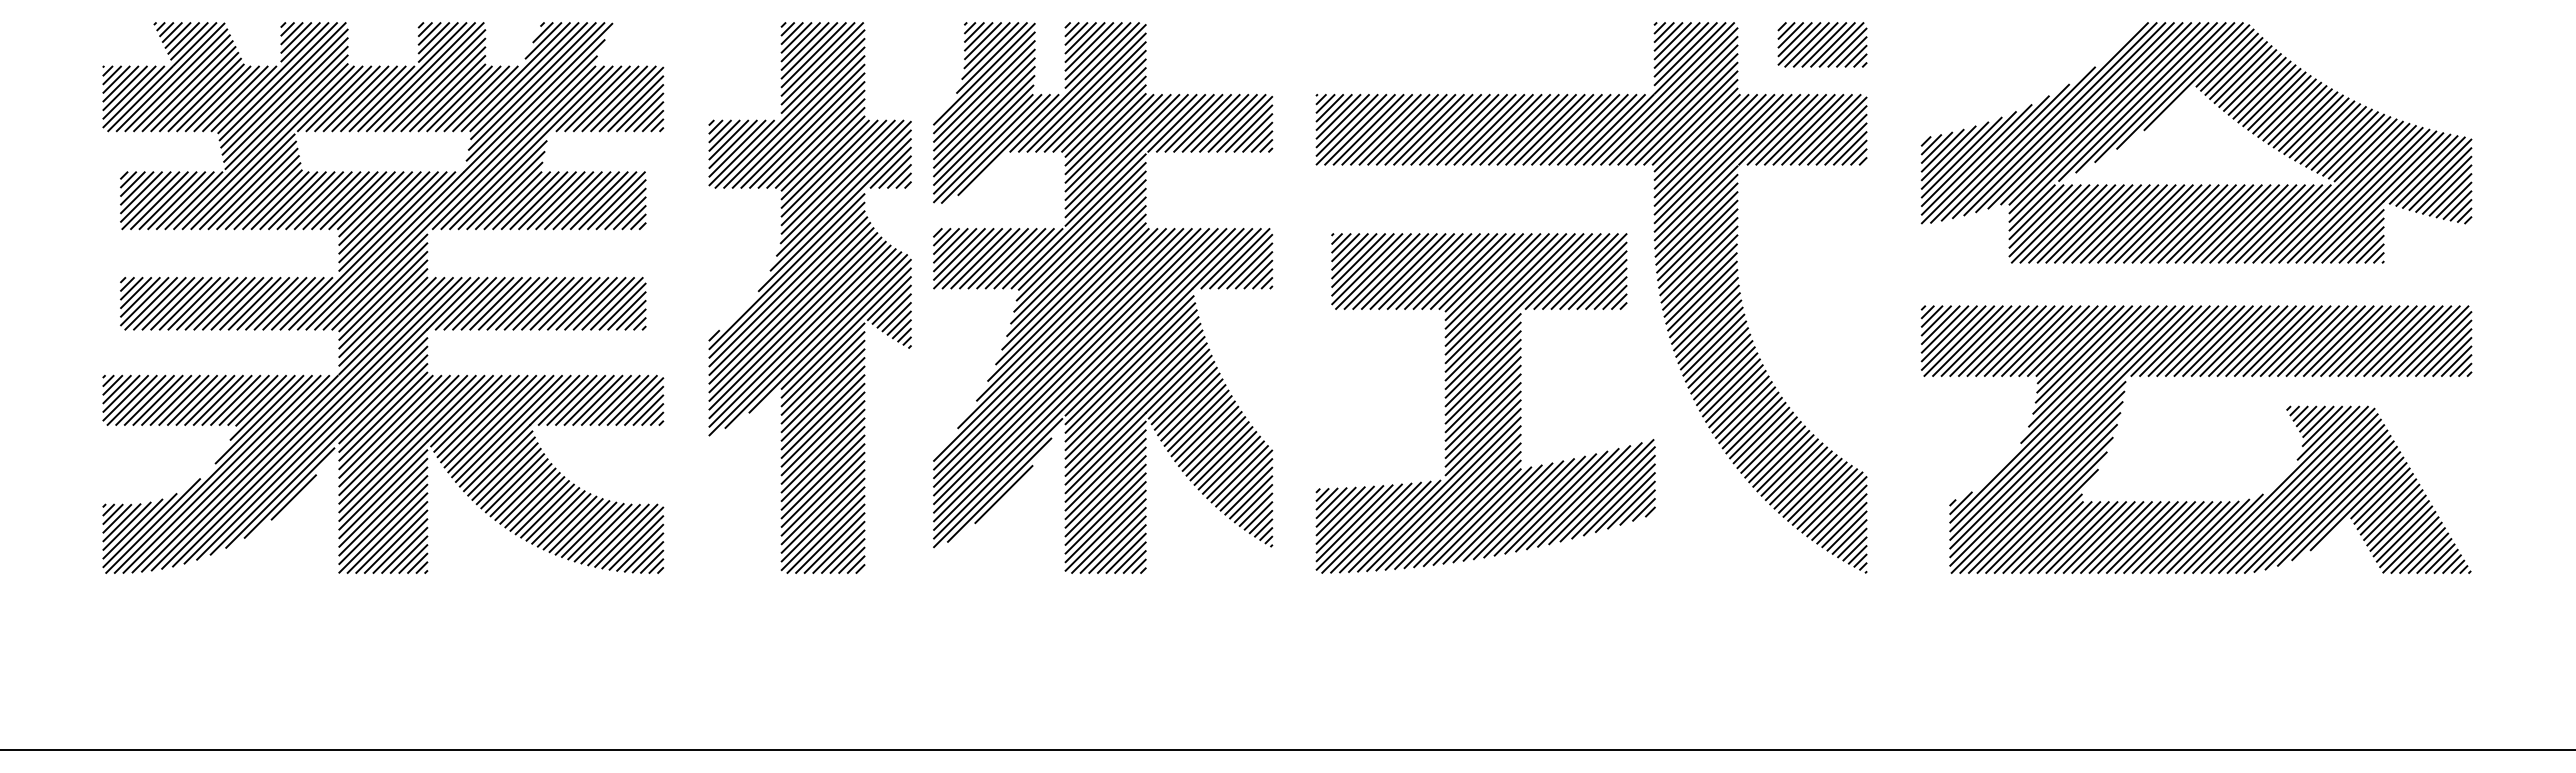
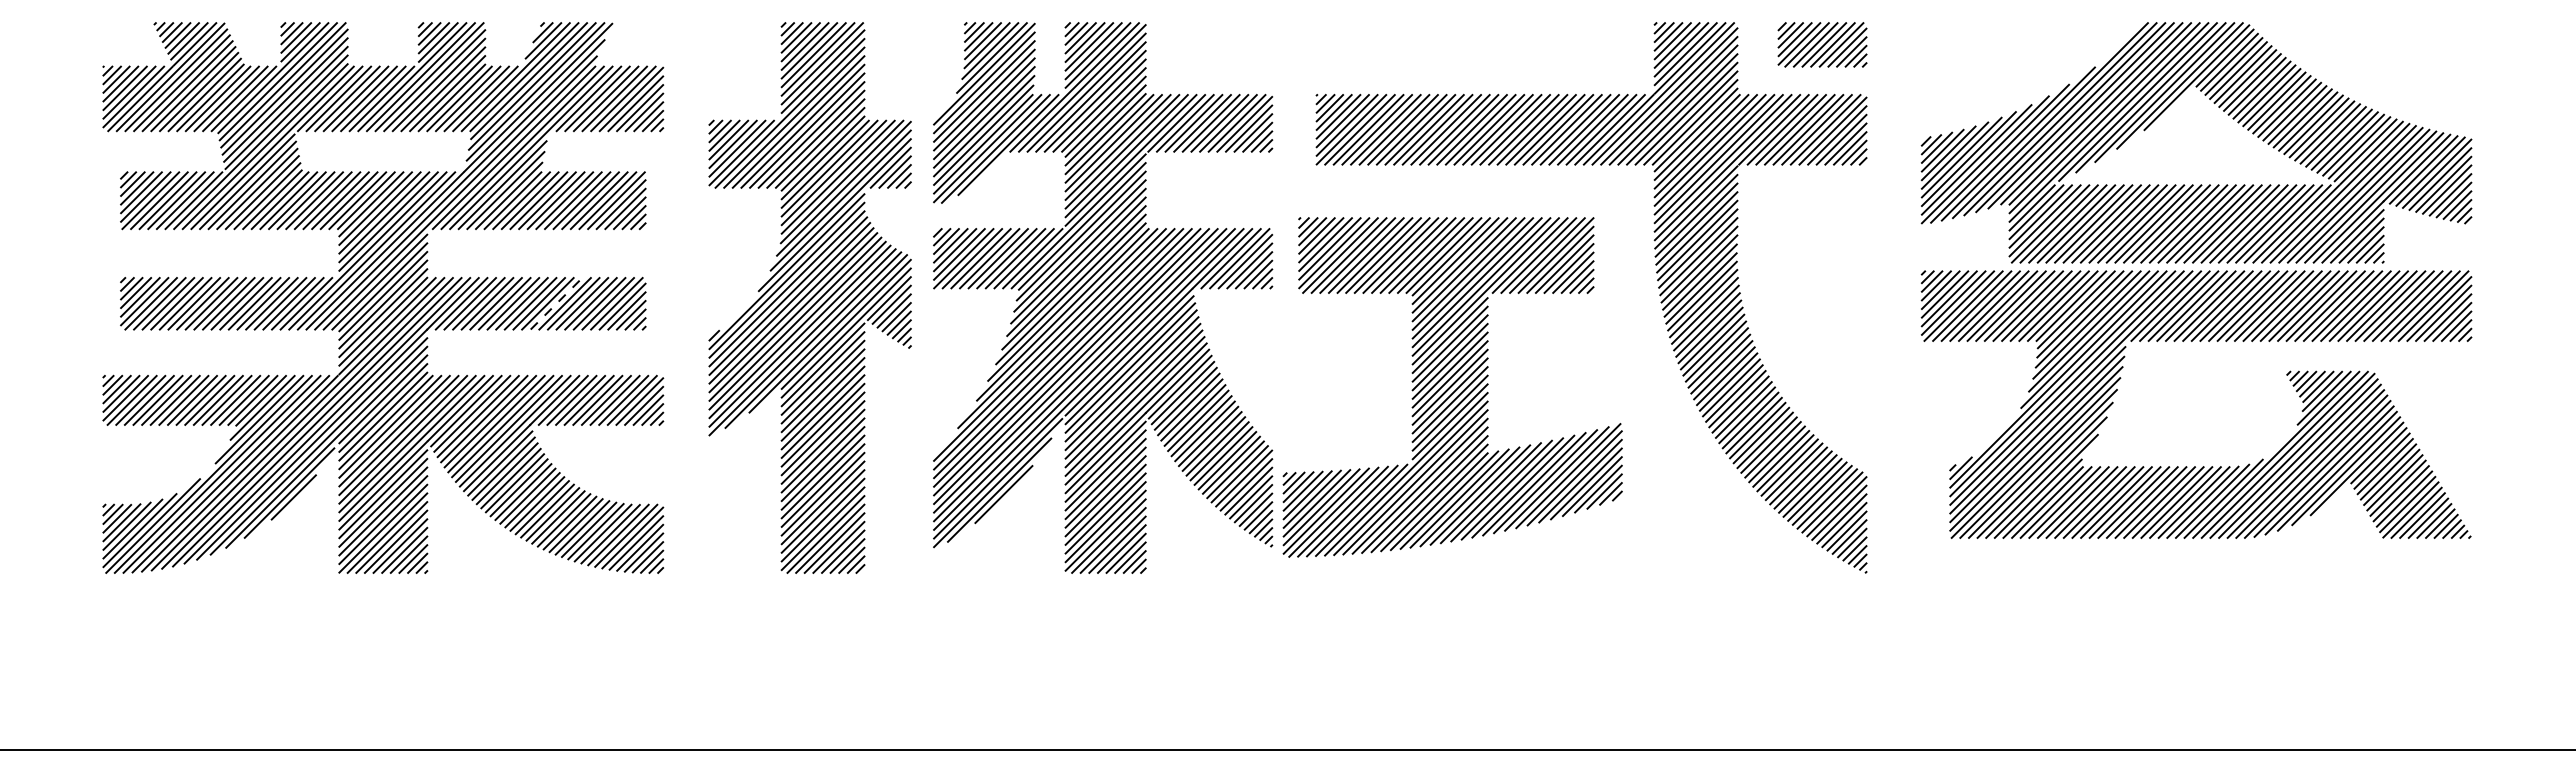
line at (556, 303): solid -> dashed
part at (1485, 403) position: (1485, 403) -> (1452, 387)
part at (2195, 501) position: (2195, 501) -> (2195, 466)
